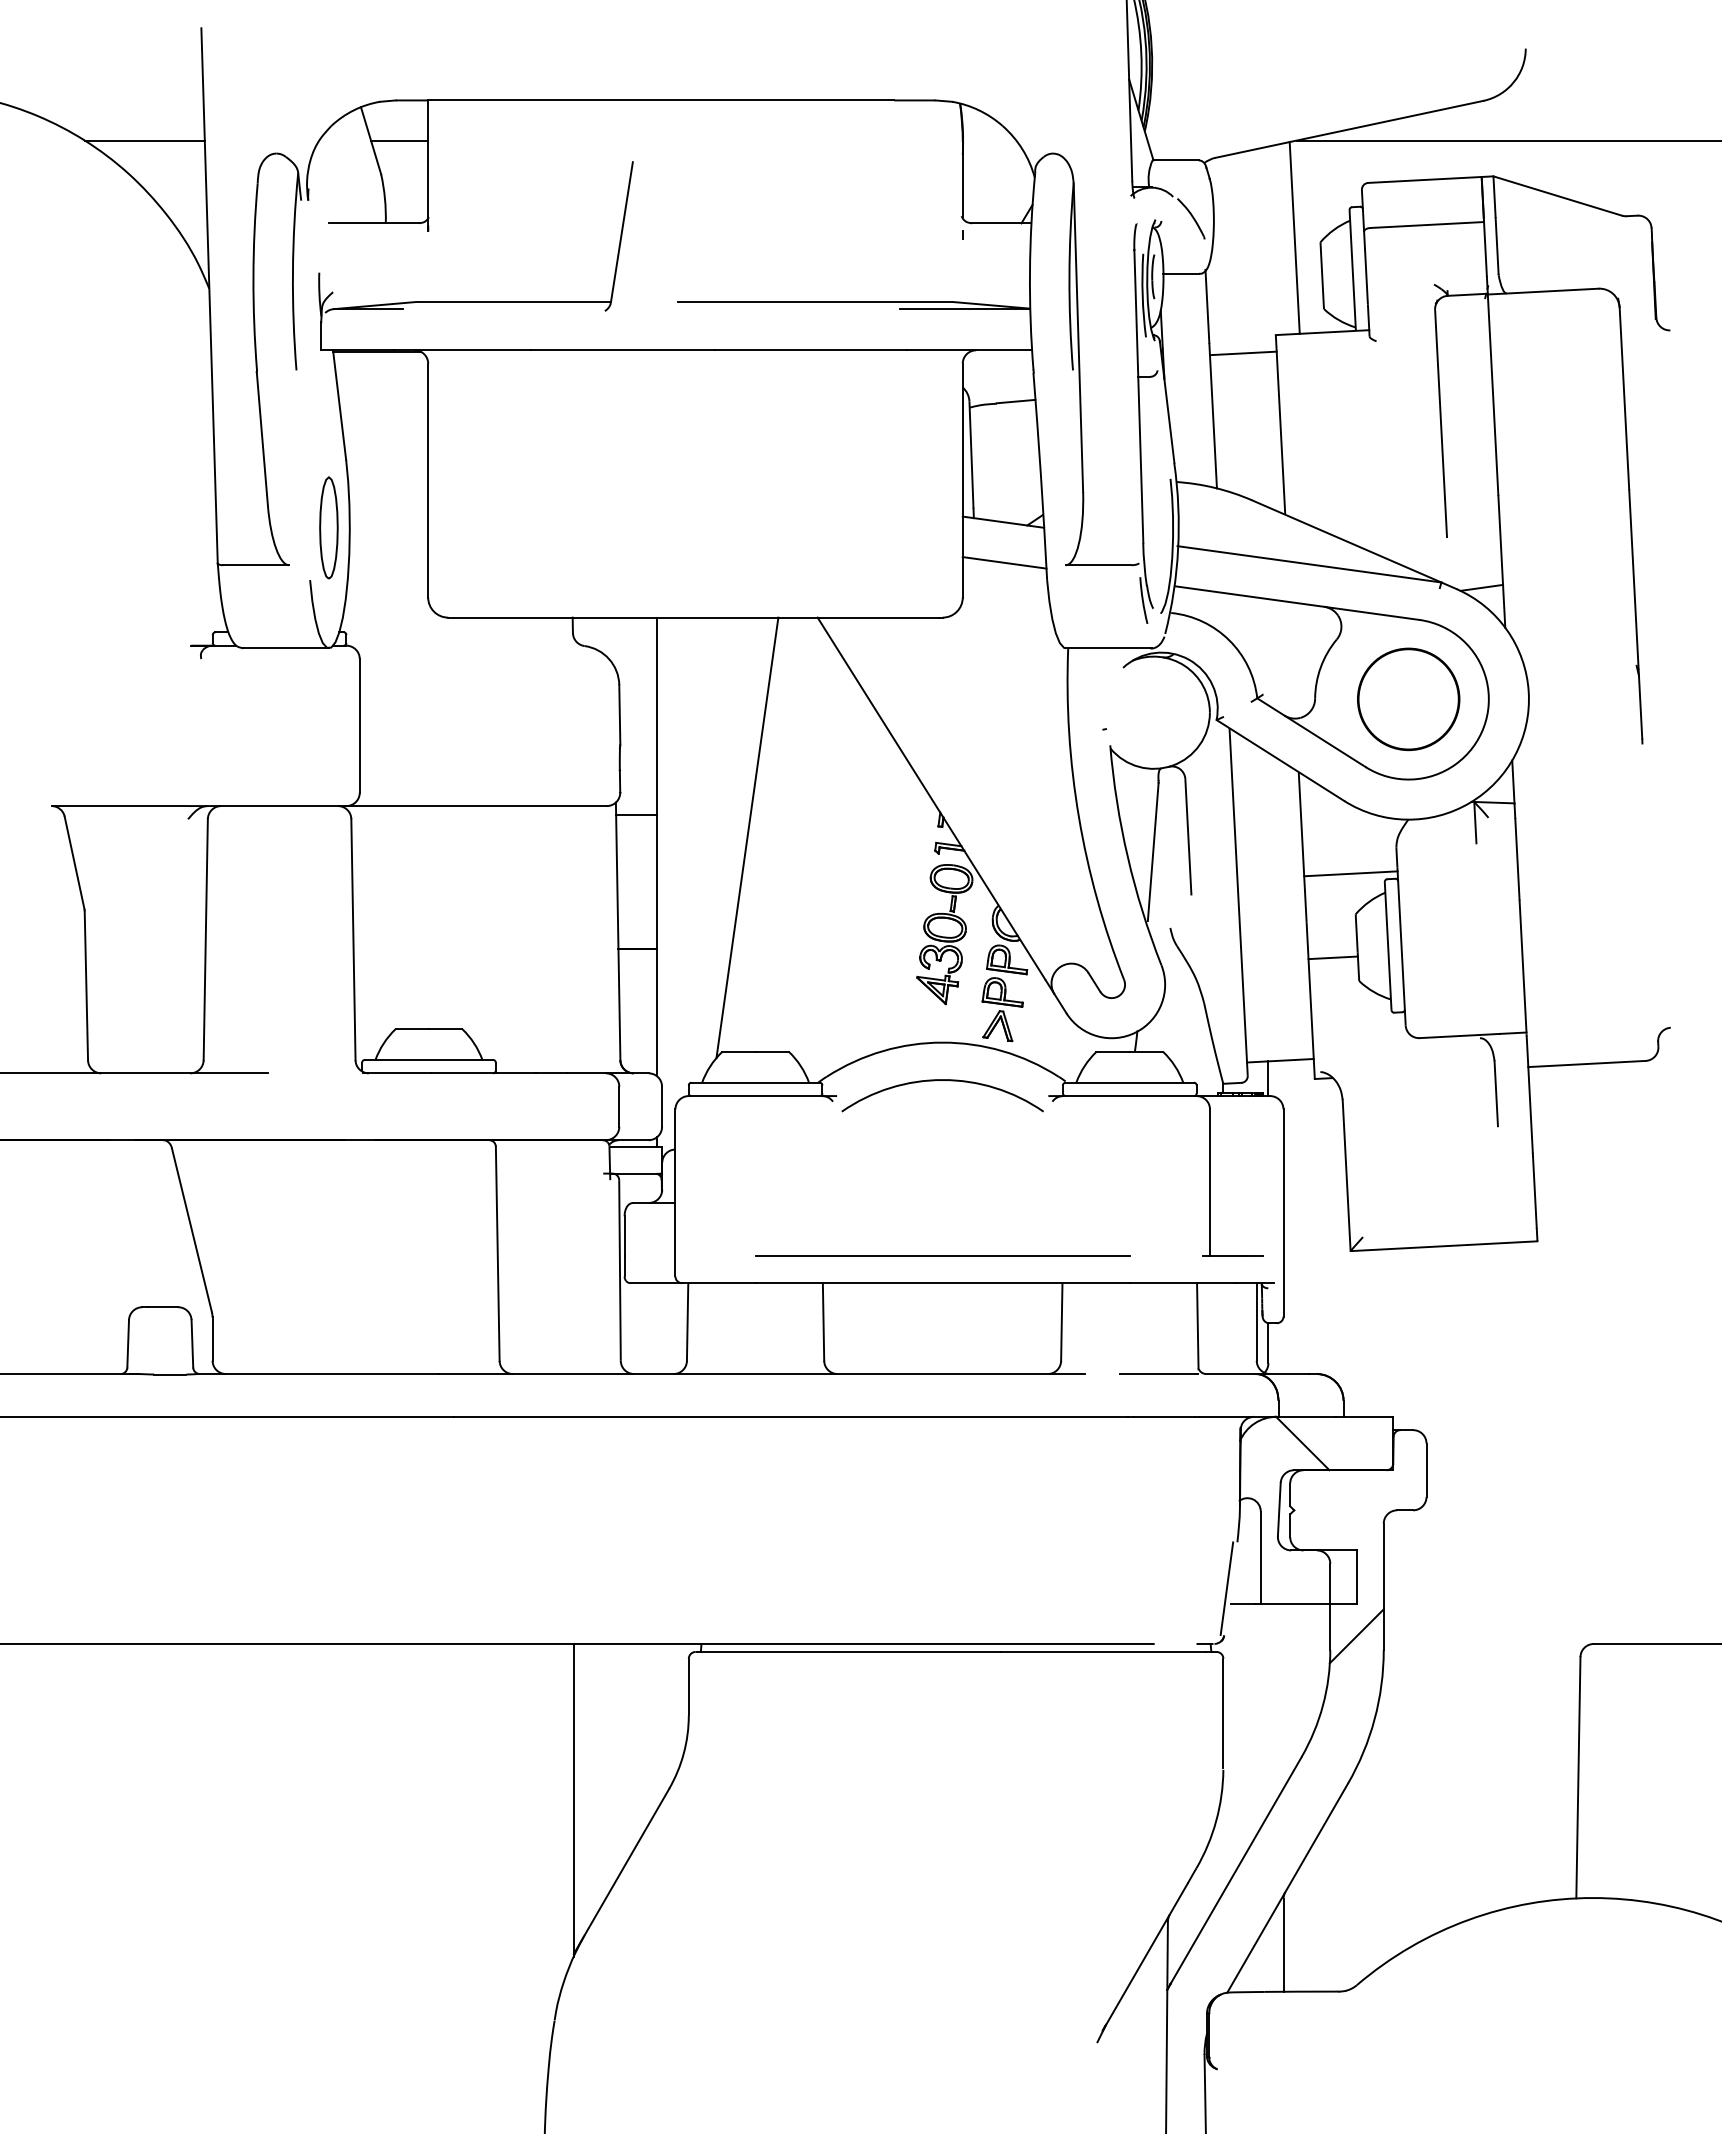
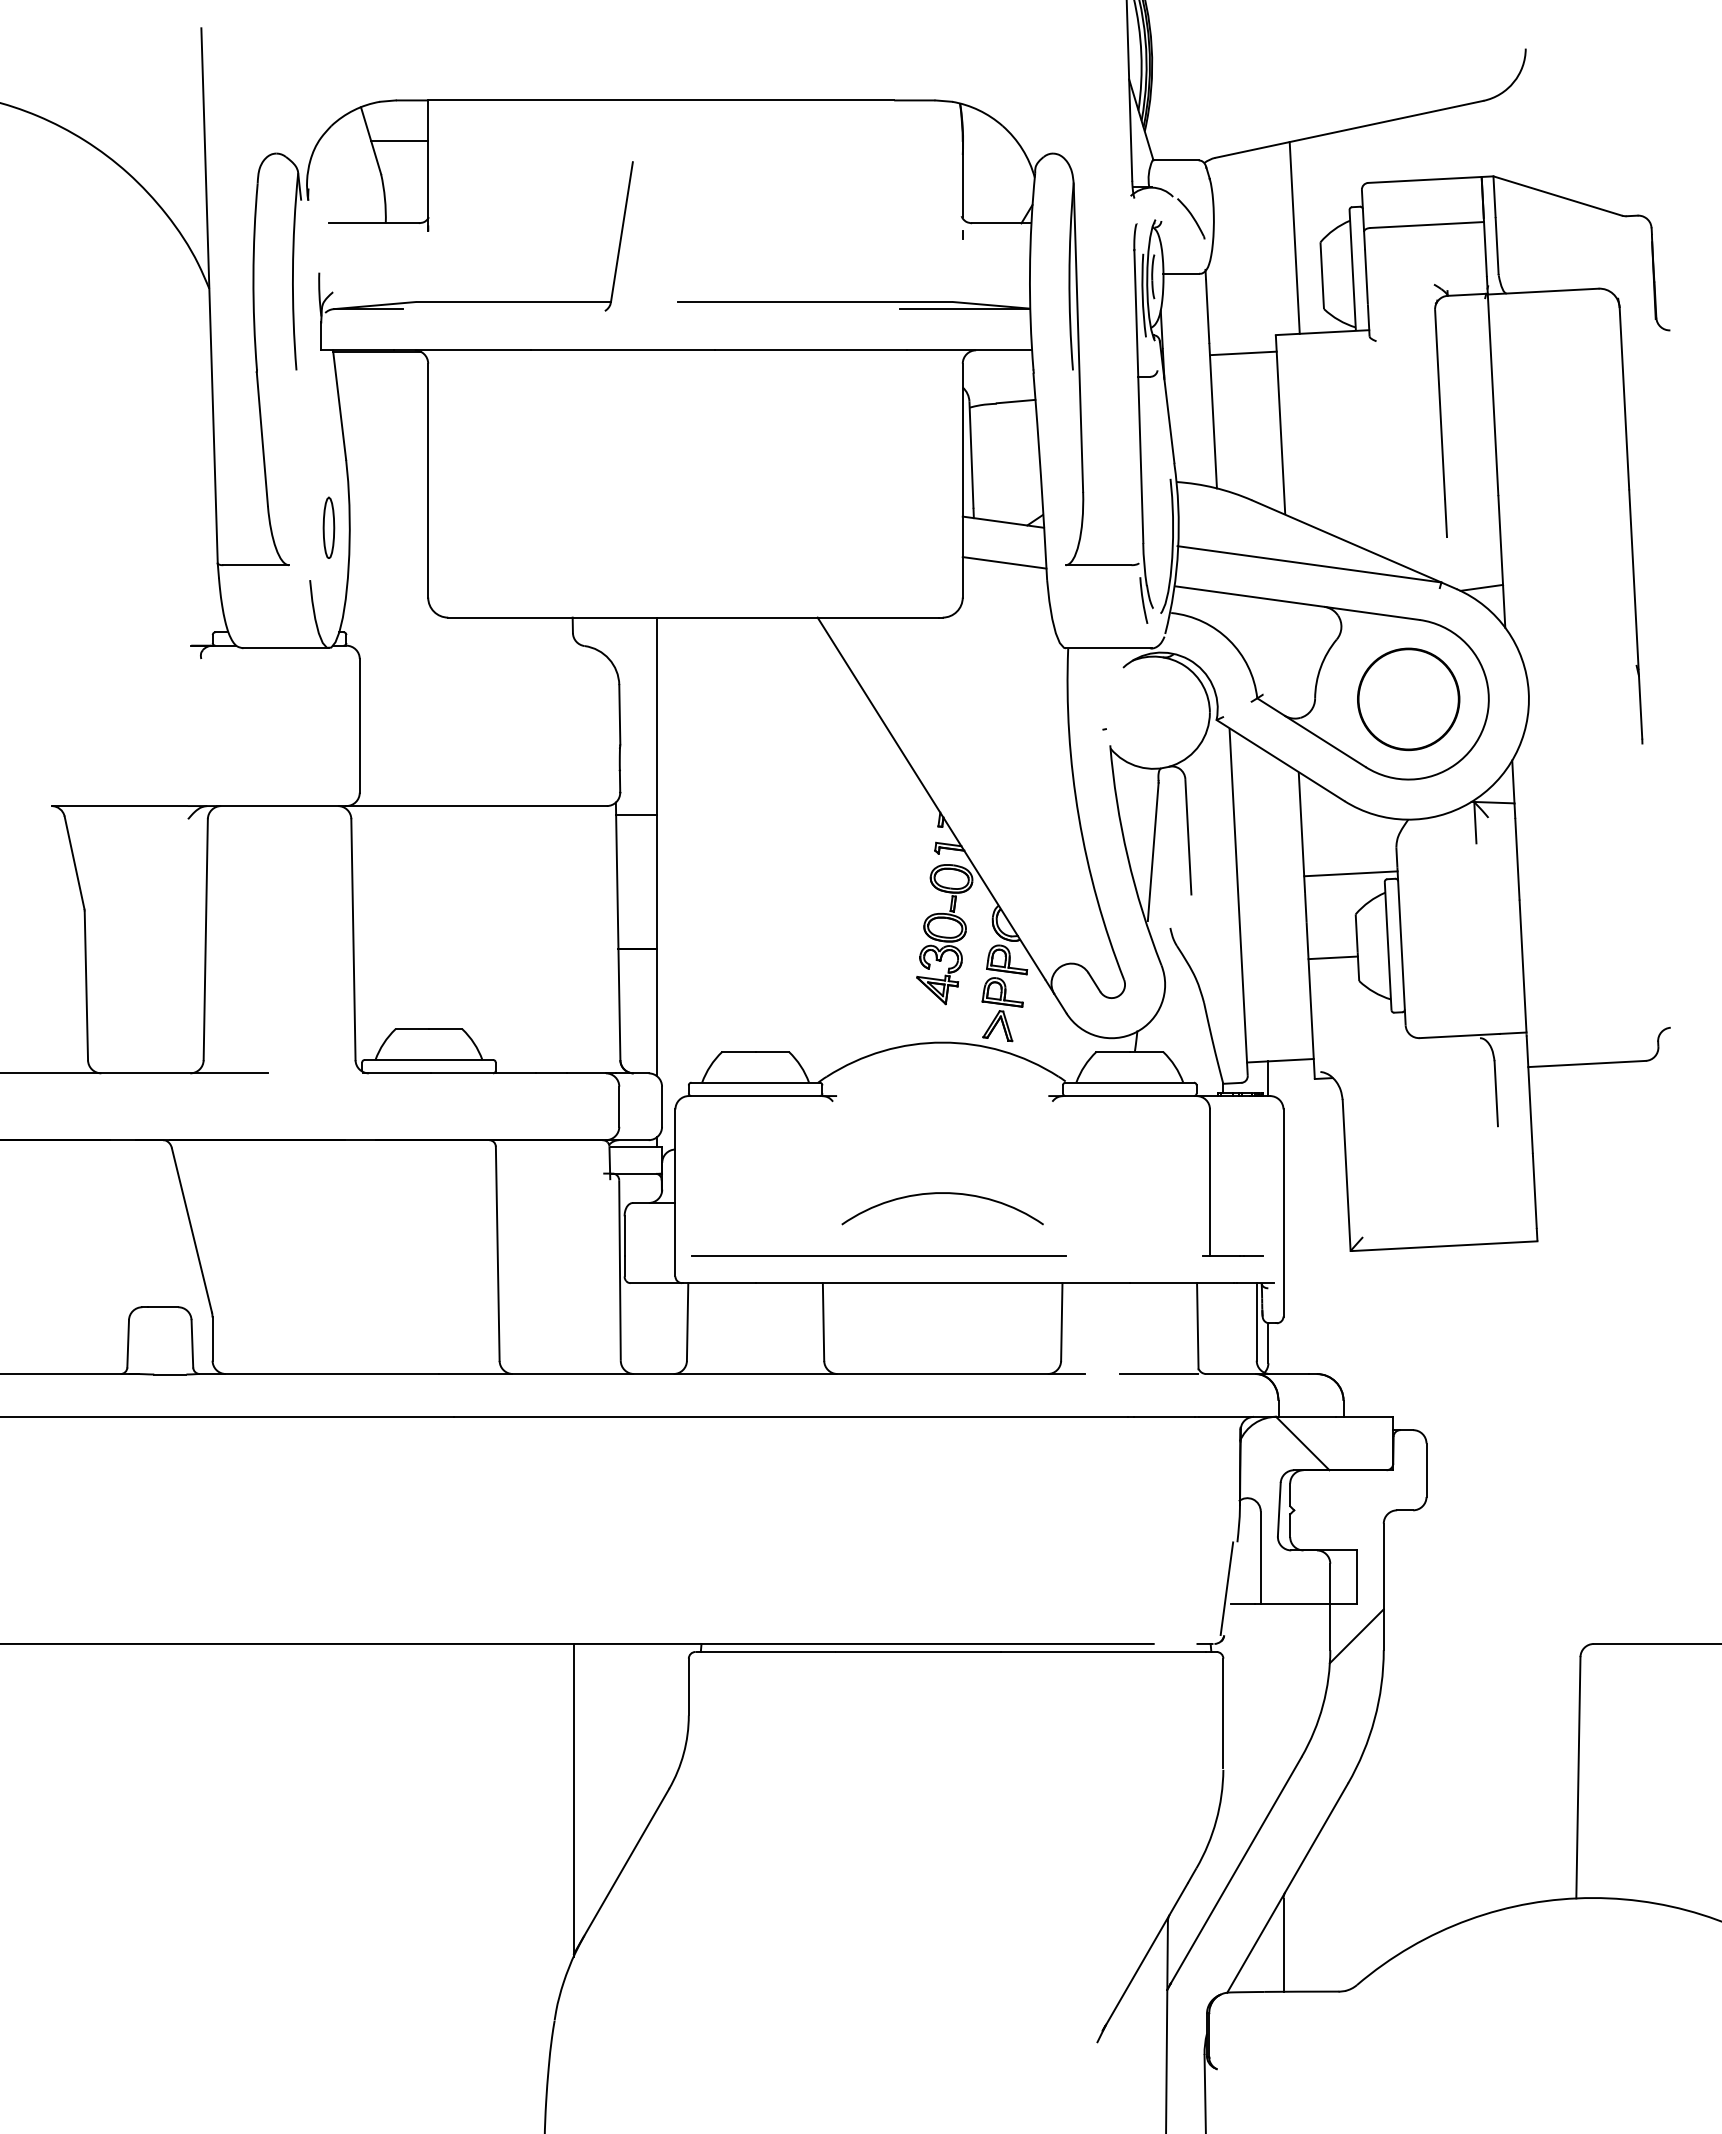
line at (144, 140): present -> none
line at (1507, 140): present -> none
part at (328, 527) size: 20x104 px -> 14x63 px
line at (747, 837): present -> none
arc at (942, 1080) position: (942, 1080) -> (942, 1193)
line at (942, 1255) position: (942, 1255) -> (878, 1255)
